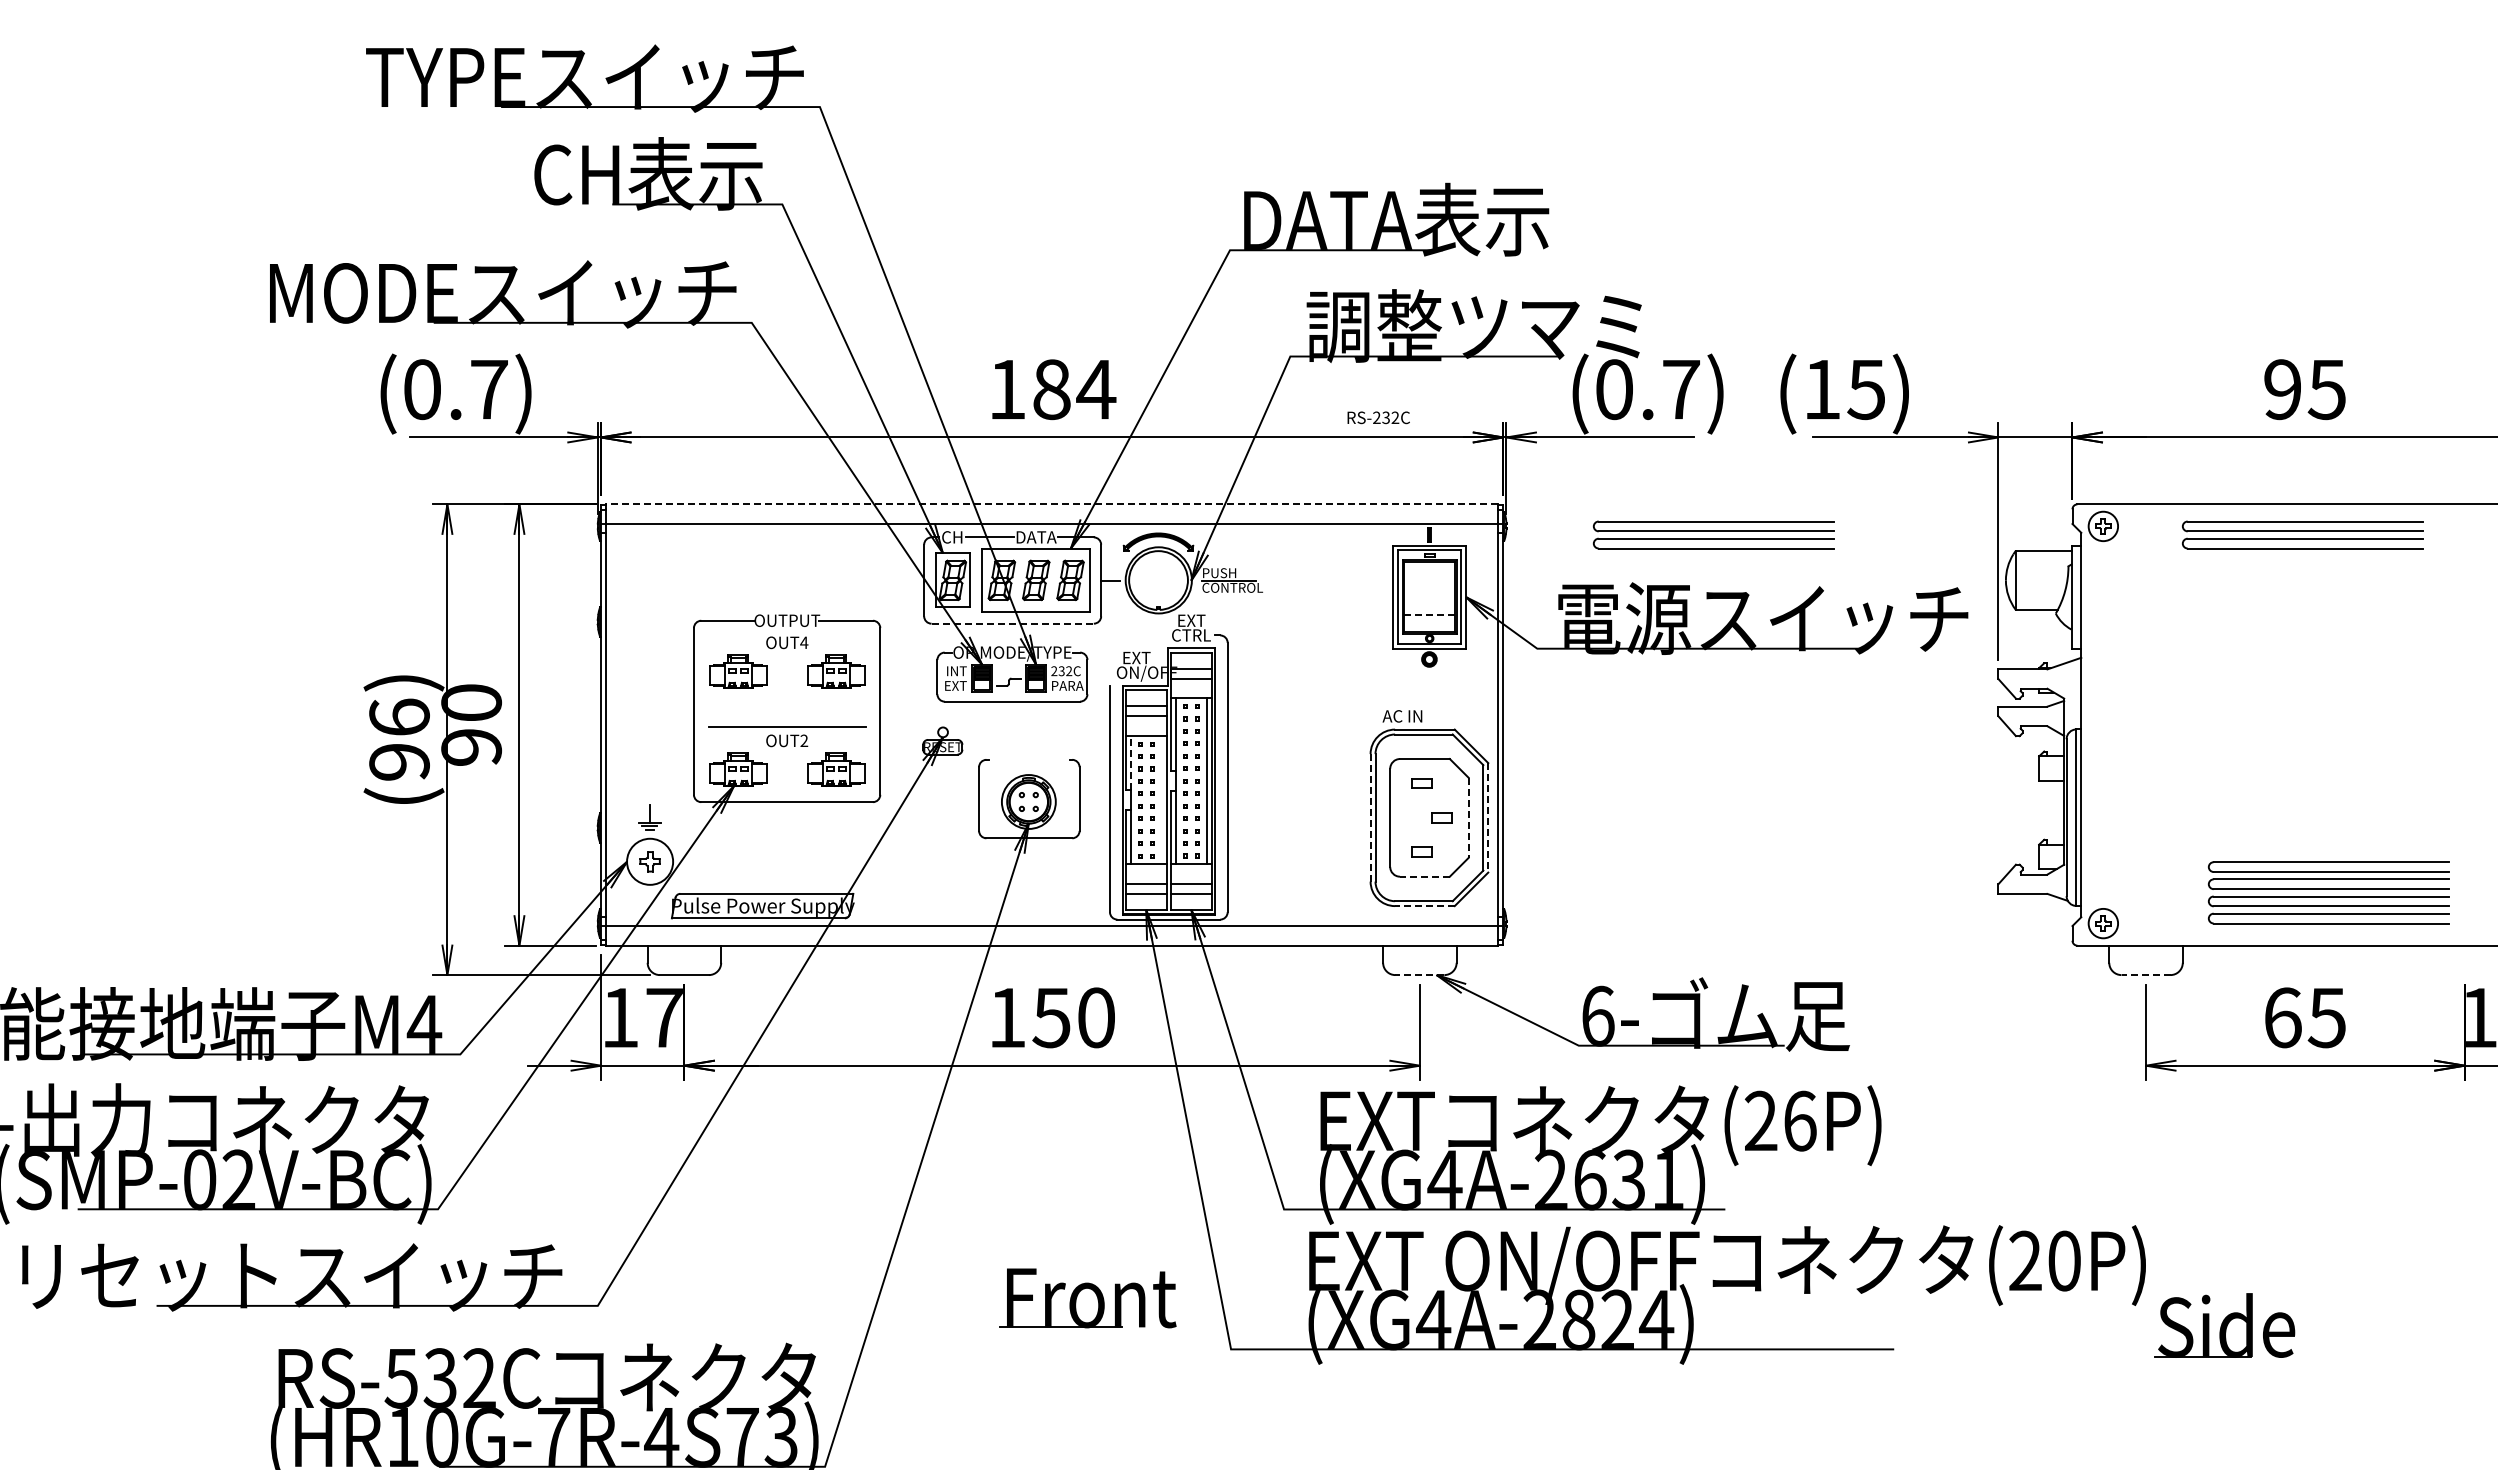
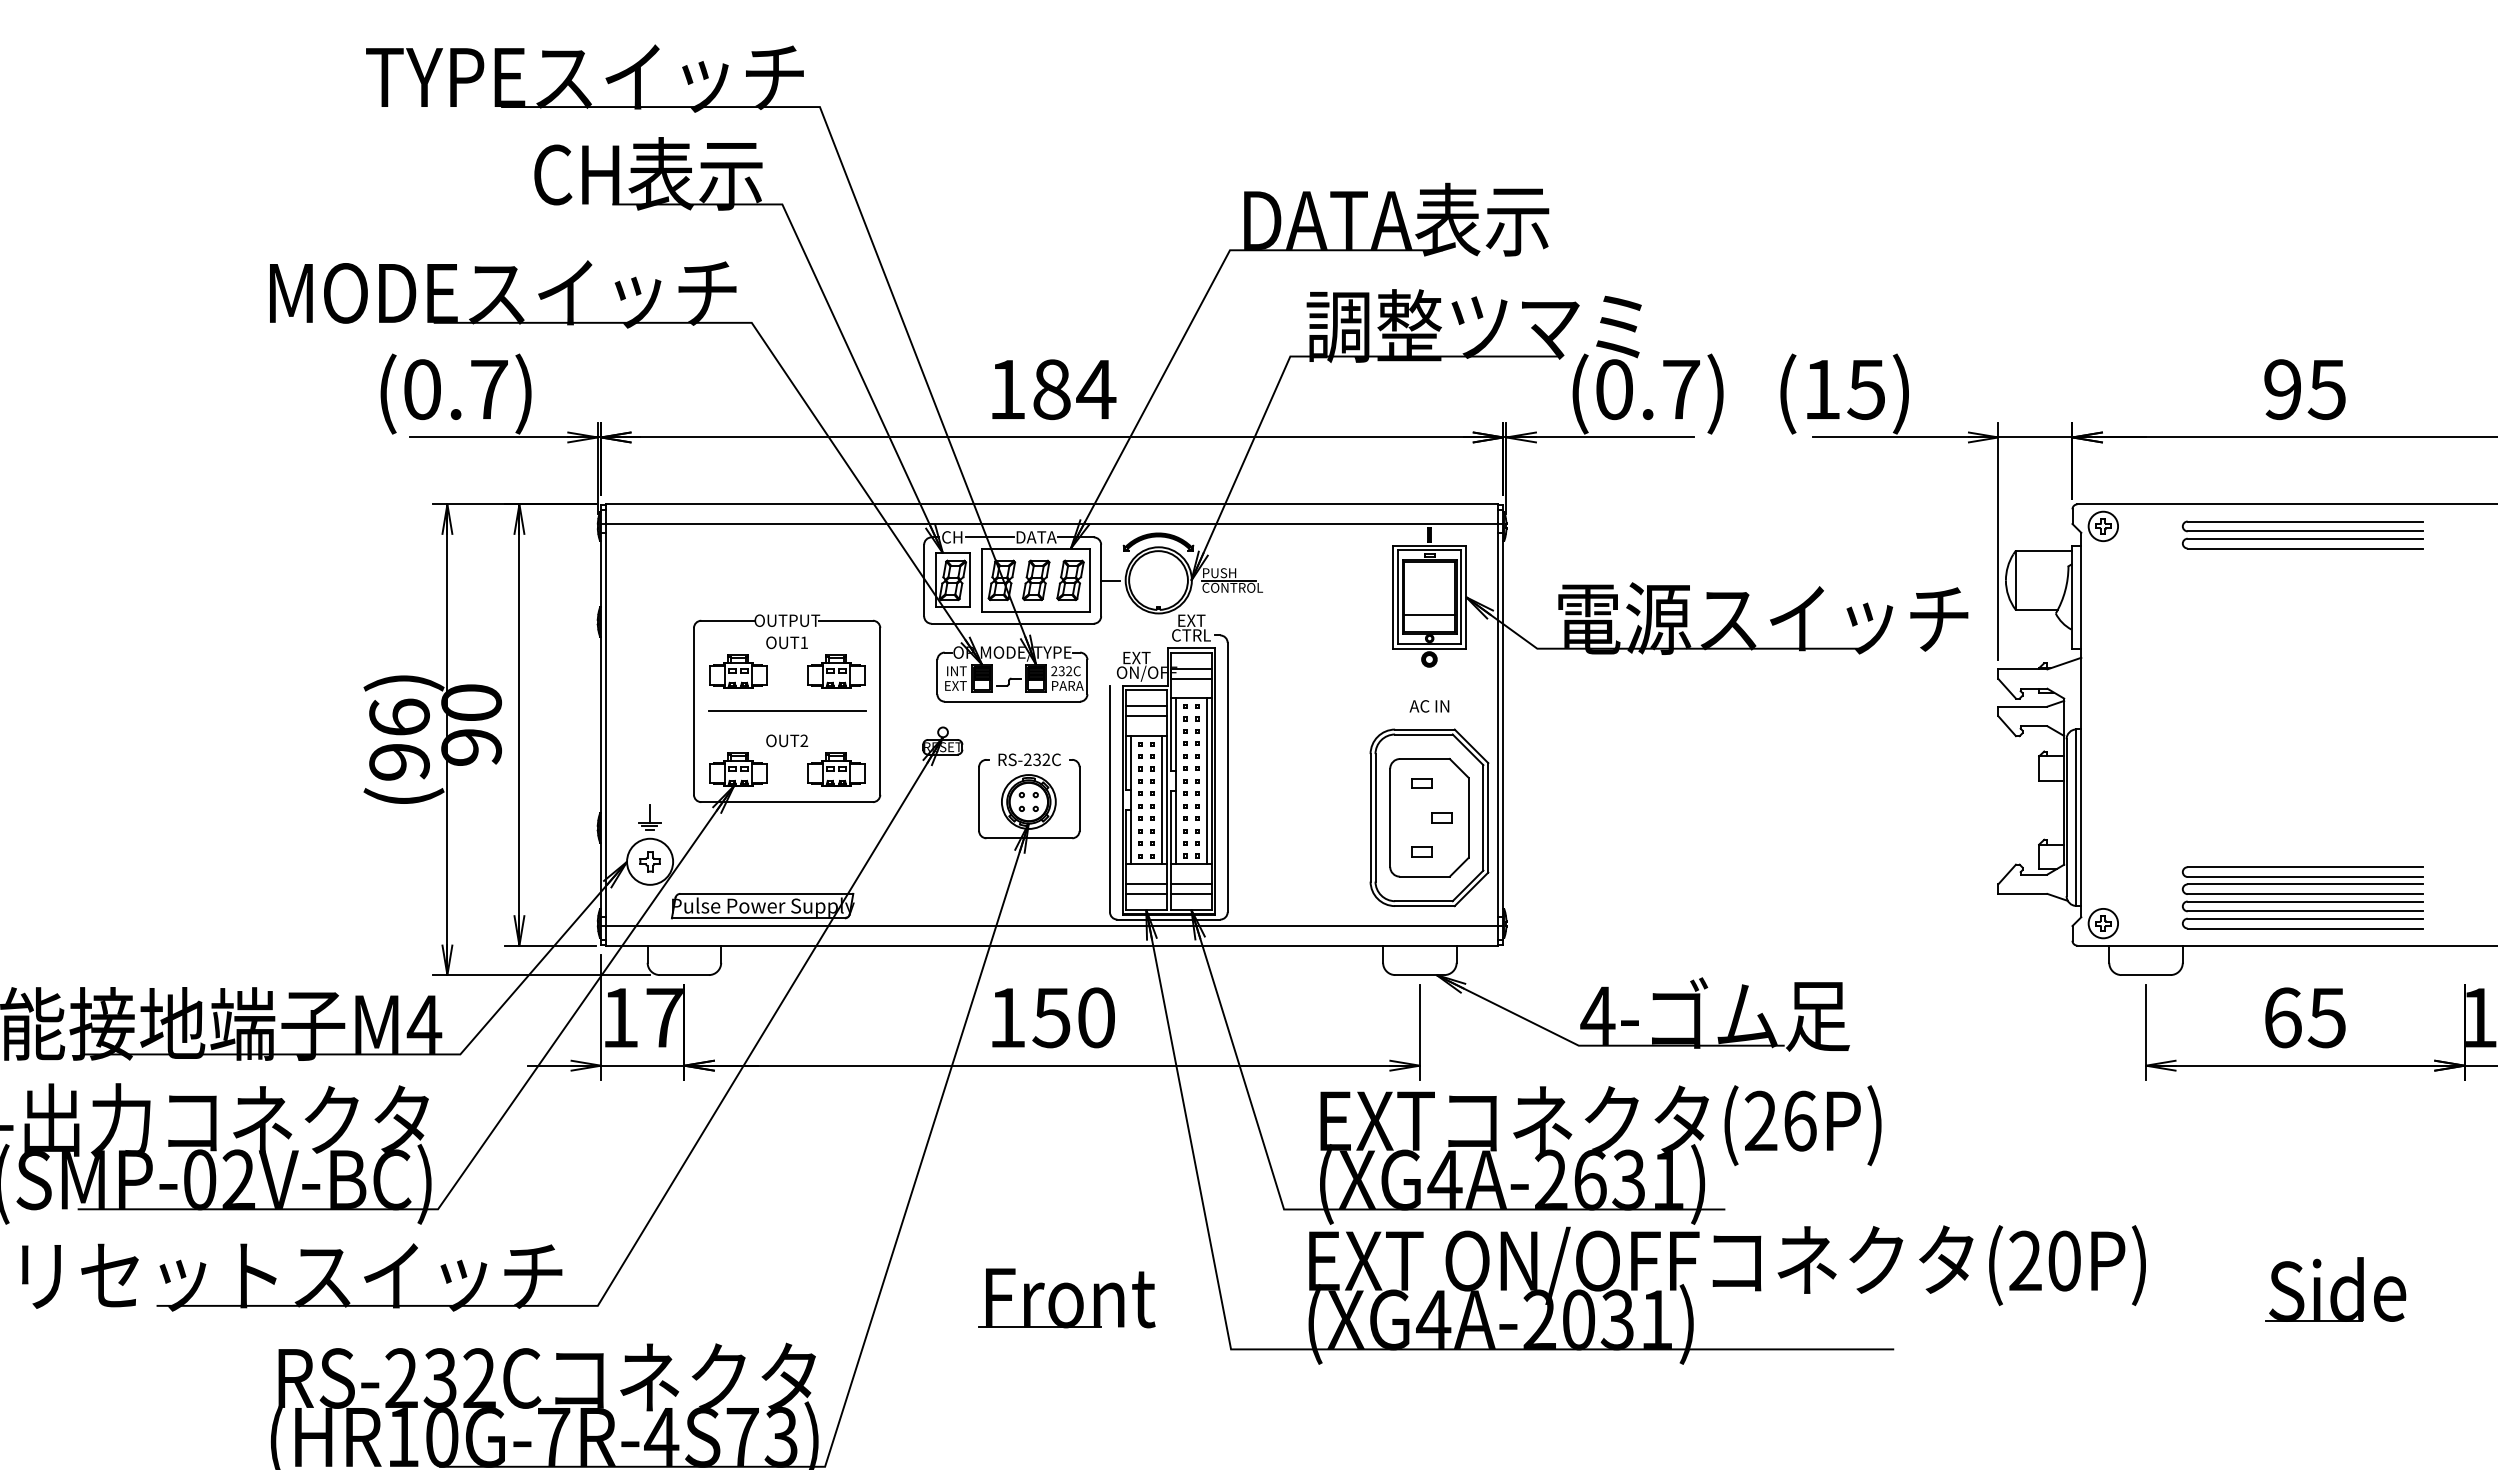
text at (1378, 417) position: (1378, 417) -> (1029, 759)
line at (1051, 504): dashed -> solid
part at (1713, 534): present -> none
line at (1430, 615): dashed -> solid
line at (1013, 623): dashed -> solid
text at (804, 642): OUT4 -> OUT1
text at (1402, 716) position: (1402, 716) -> (1429, 706)
line at (787, 726) position: (787, 726) -> (787, 710)
line at (1130, 762): dashed -> solid
line at (1162, 799): none -> present
line at (1370, 817): dashed -> solid
line at (1488, 817): dashed -> solid
line at (1468, 818): dashed -> solid
line at (1424, 876): dashed -> solid
part at (2328, 892) position: (2328, 892) -> (2302, 897)
line at (1424, 906): dashed -> solid
line at (1419, 975): dashed -> solid
line at (2146, 975): dashed -> solid
text at (1597, 1015): 6- -> 4-
part at (1087, 1298) position: (1087, 1298) -> (1066, 1298)
text at (1618, 1319): (XG4A-2824) -> (XG4A-2031)
part at (2224, 1325) position: (2224, 1325) -> (2335, 1289)
text at (400, 1378): RS-532C -> RS-232C
